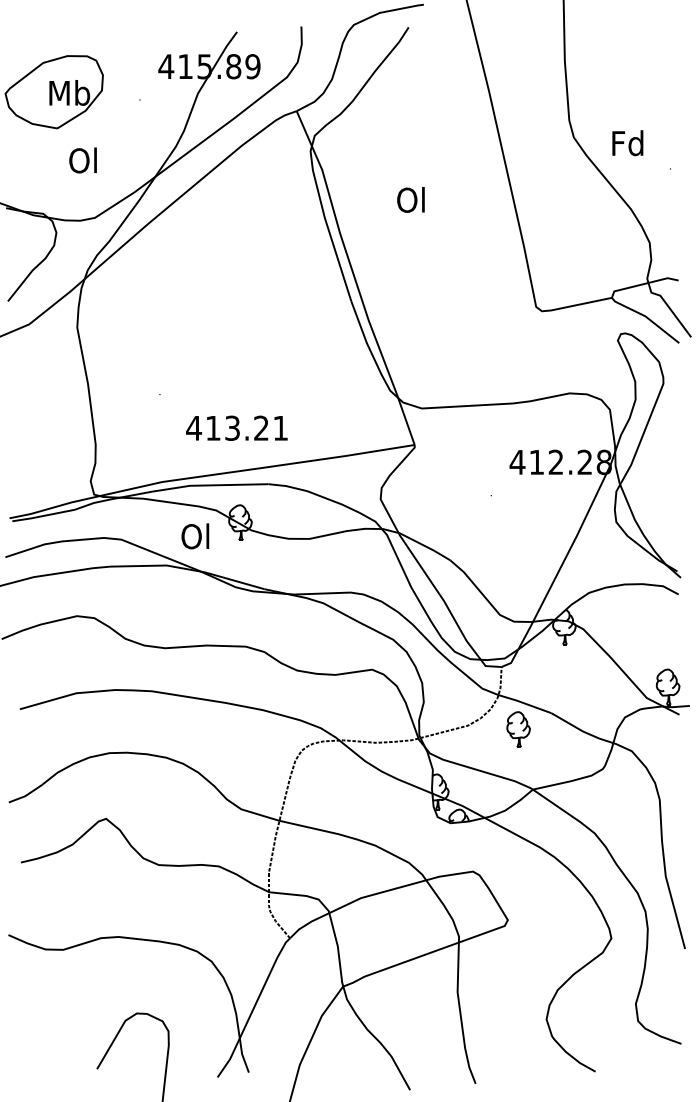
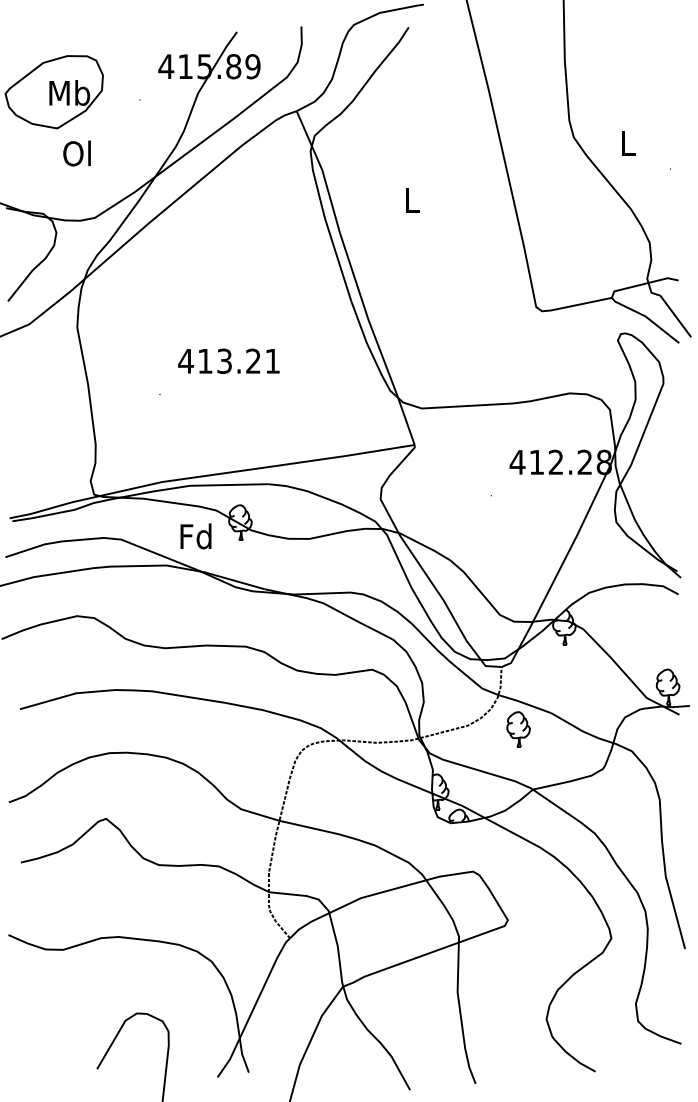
text at (627, 143): Fd -> L
text at (82, 160) position: (82, 160) -> (76, 153)
text at (410, 199): Ol -> L
text at (236, 427) position: (236, 427) -> (228, 360)
text at (195, 536): Ol -> Fd
